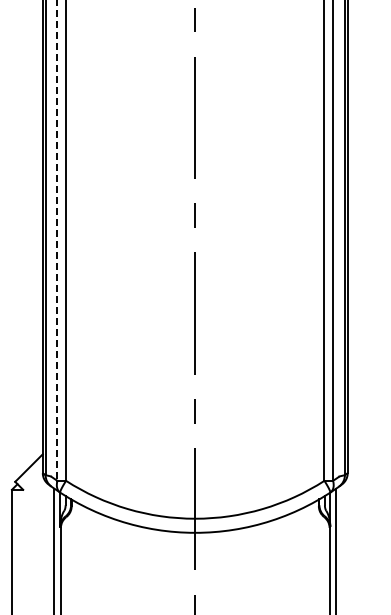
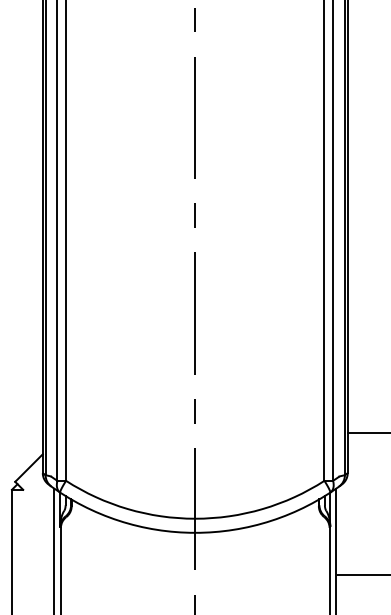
line at (57, 240): dashed -> solid
line at (367, 433): none -> present
line at (361, 575): none -> present
